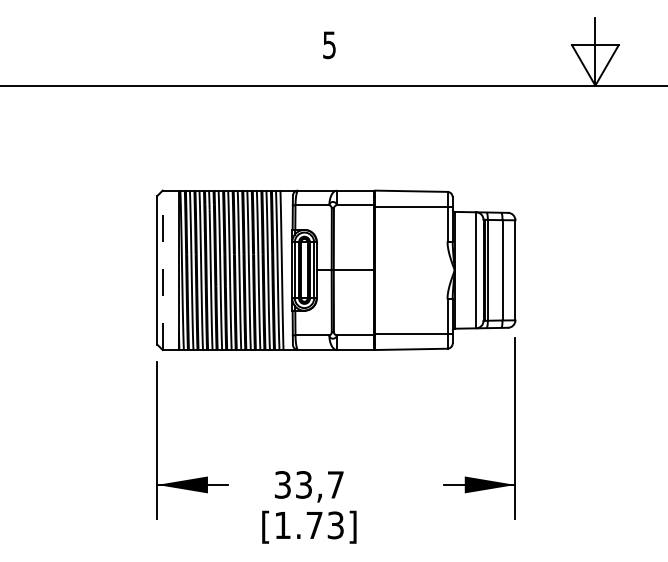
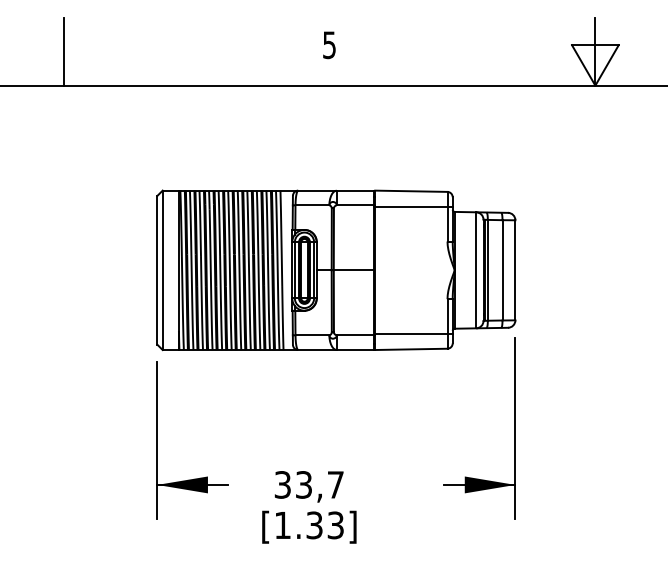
line at (63, 51): none -> present
line at (162, 270): dashed -> solid
text at (314, 525): [1.73] -> [1.33]
